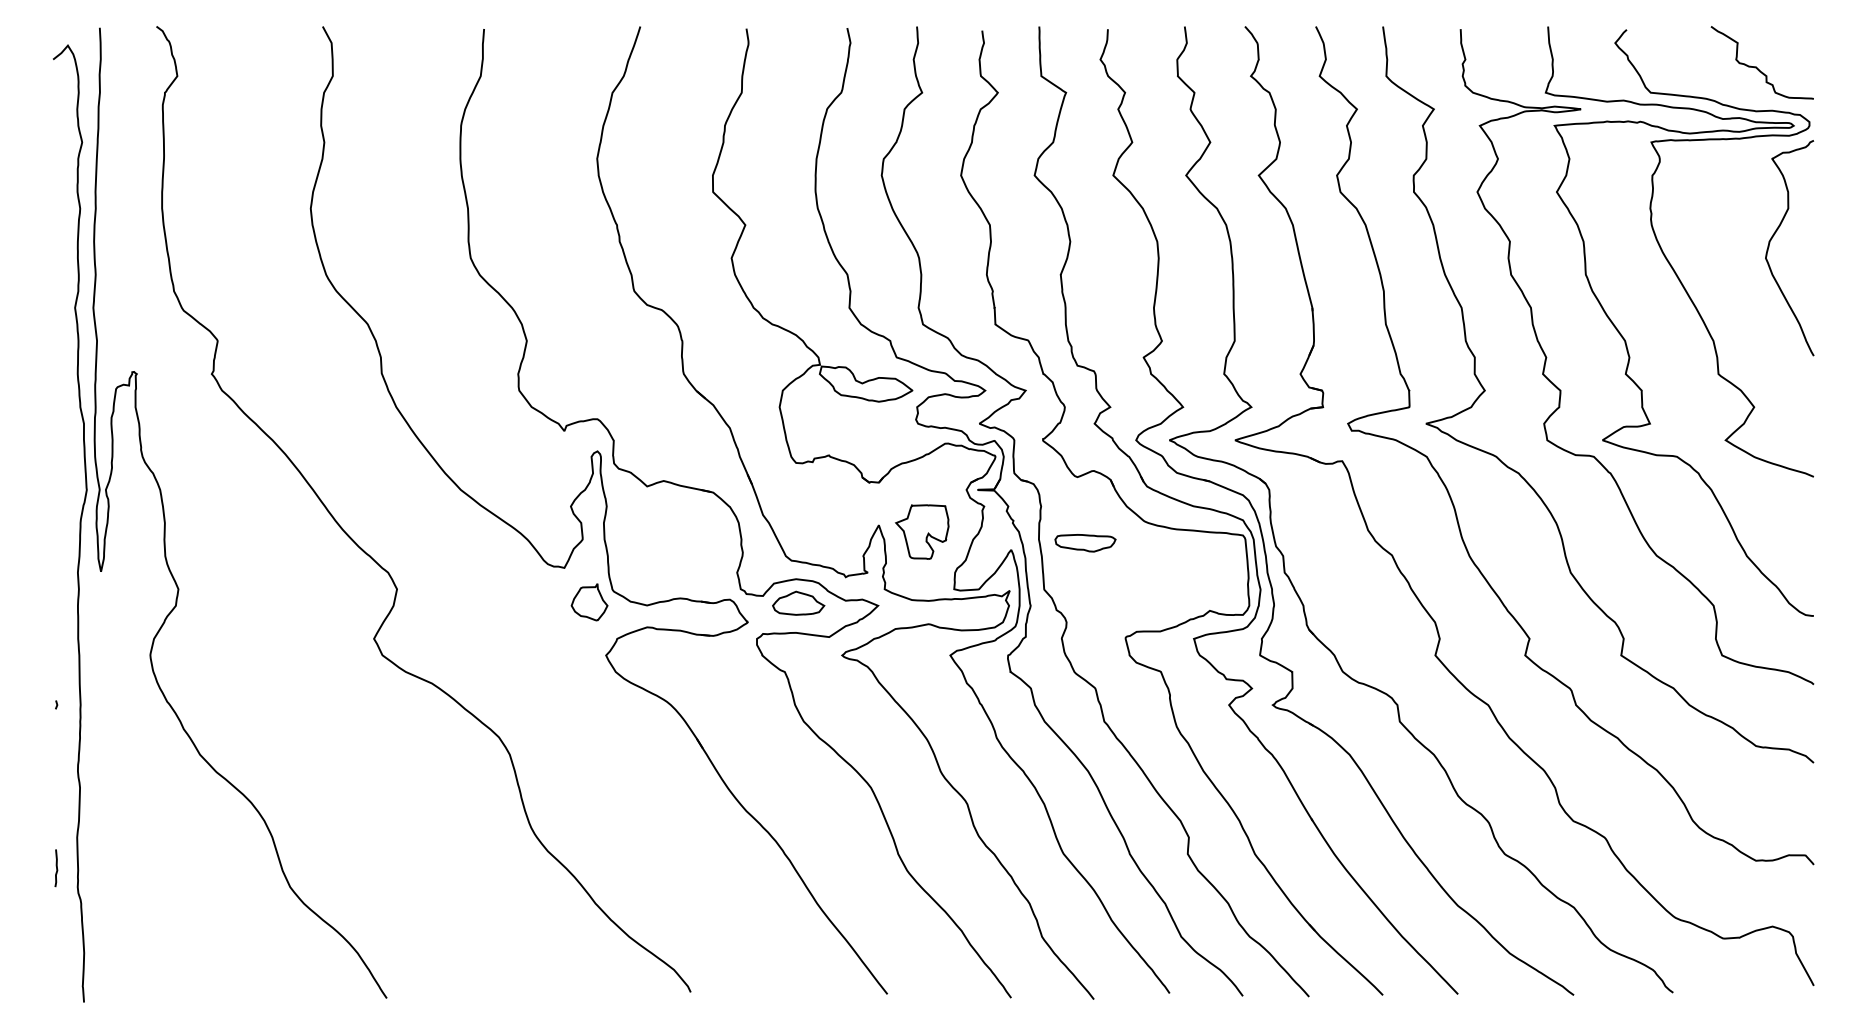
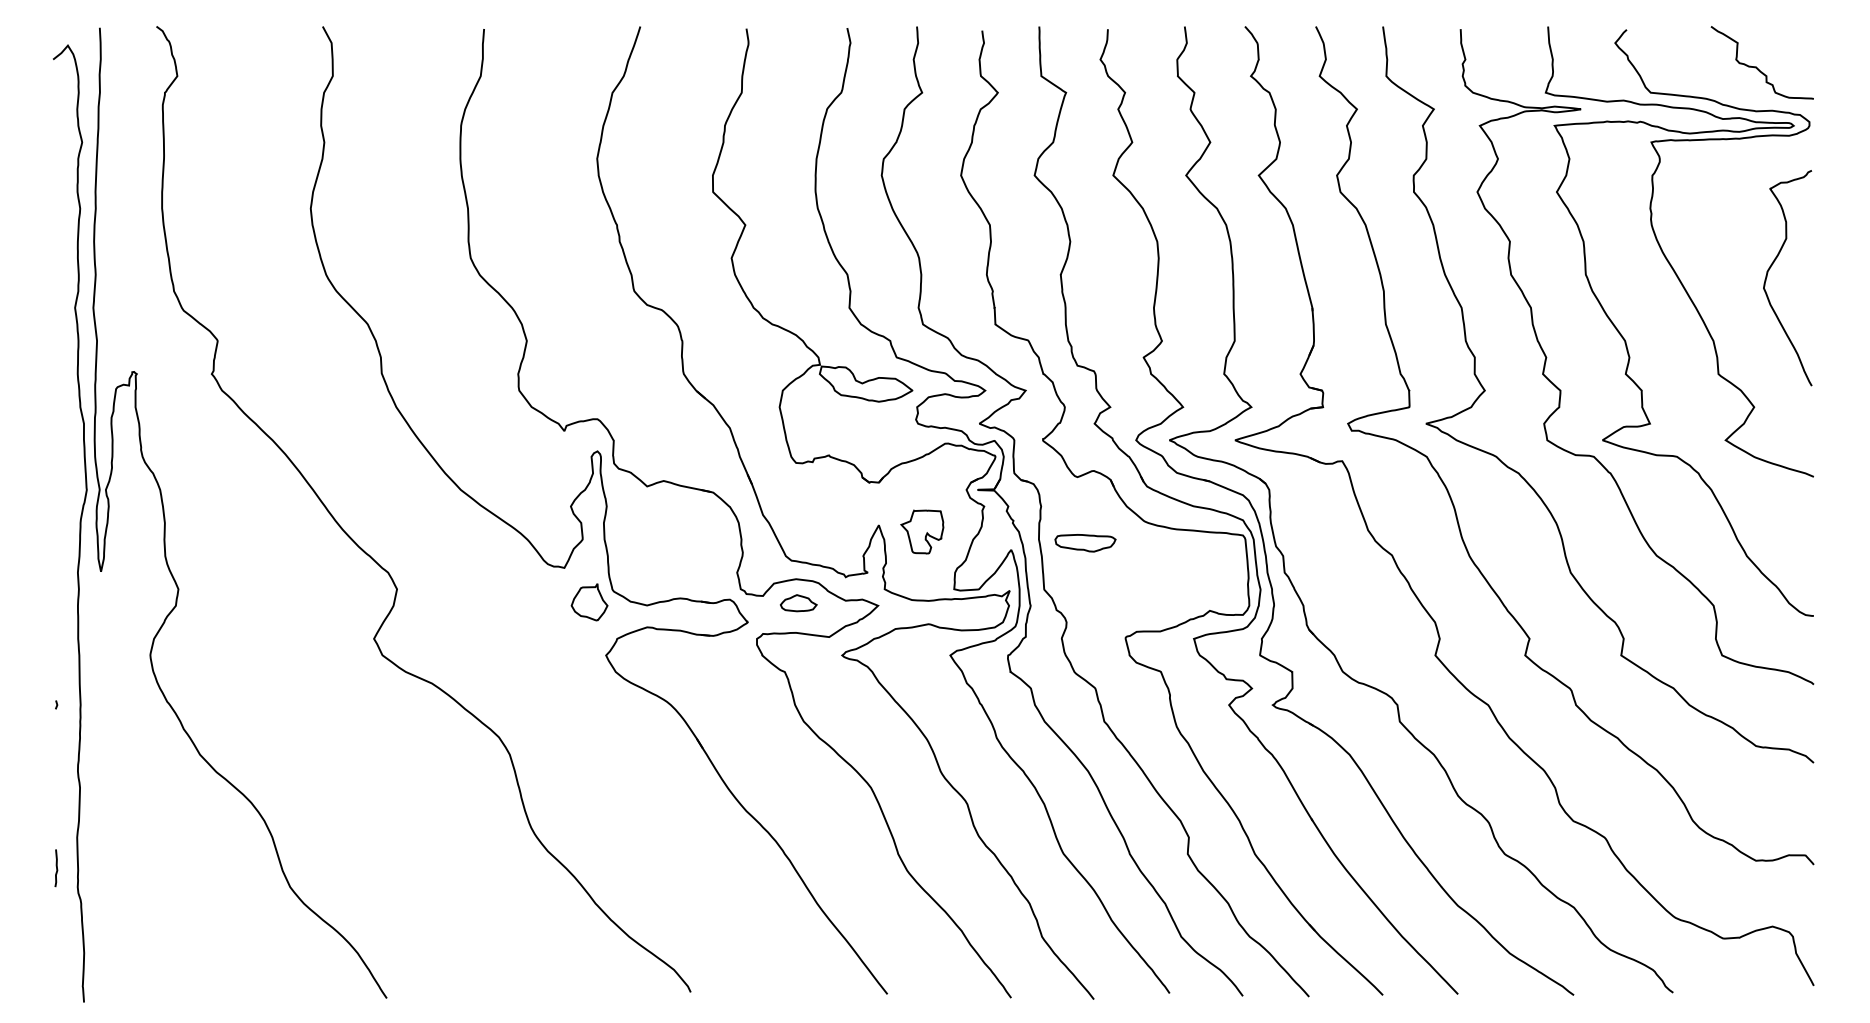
curve at (1773, 237) position: (1773, 237) -> (1771, 267)
part at (922, 531) size: 55x56 px -> 45x46 px
part at (798, 602) size: 54x26 px -> 39x19 px
